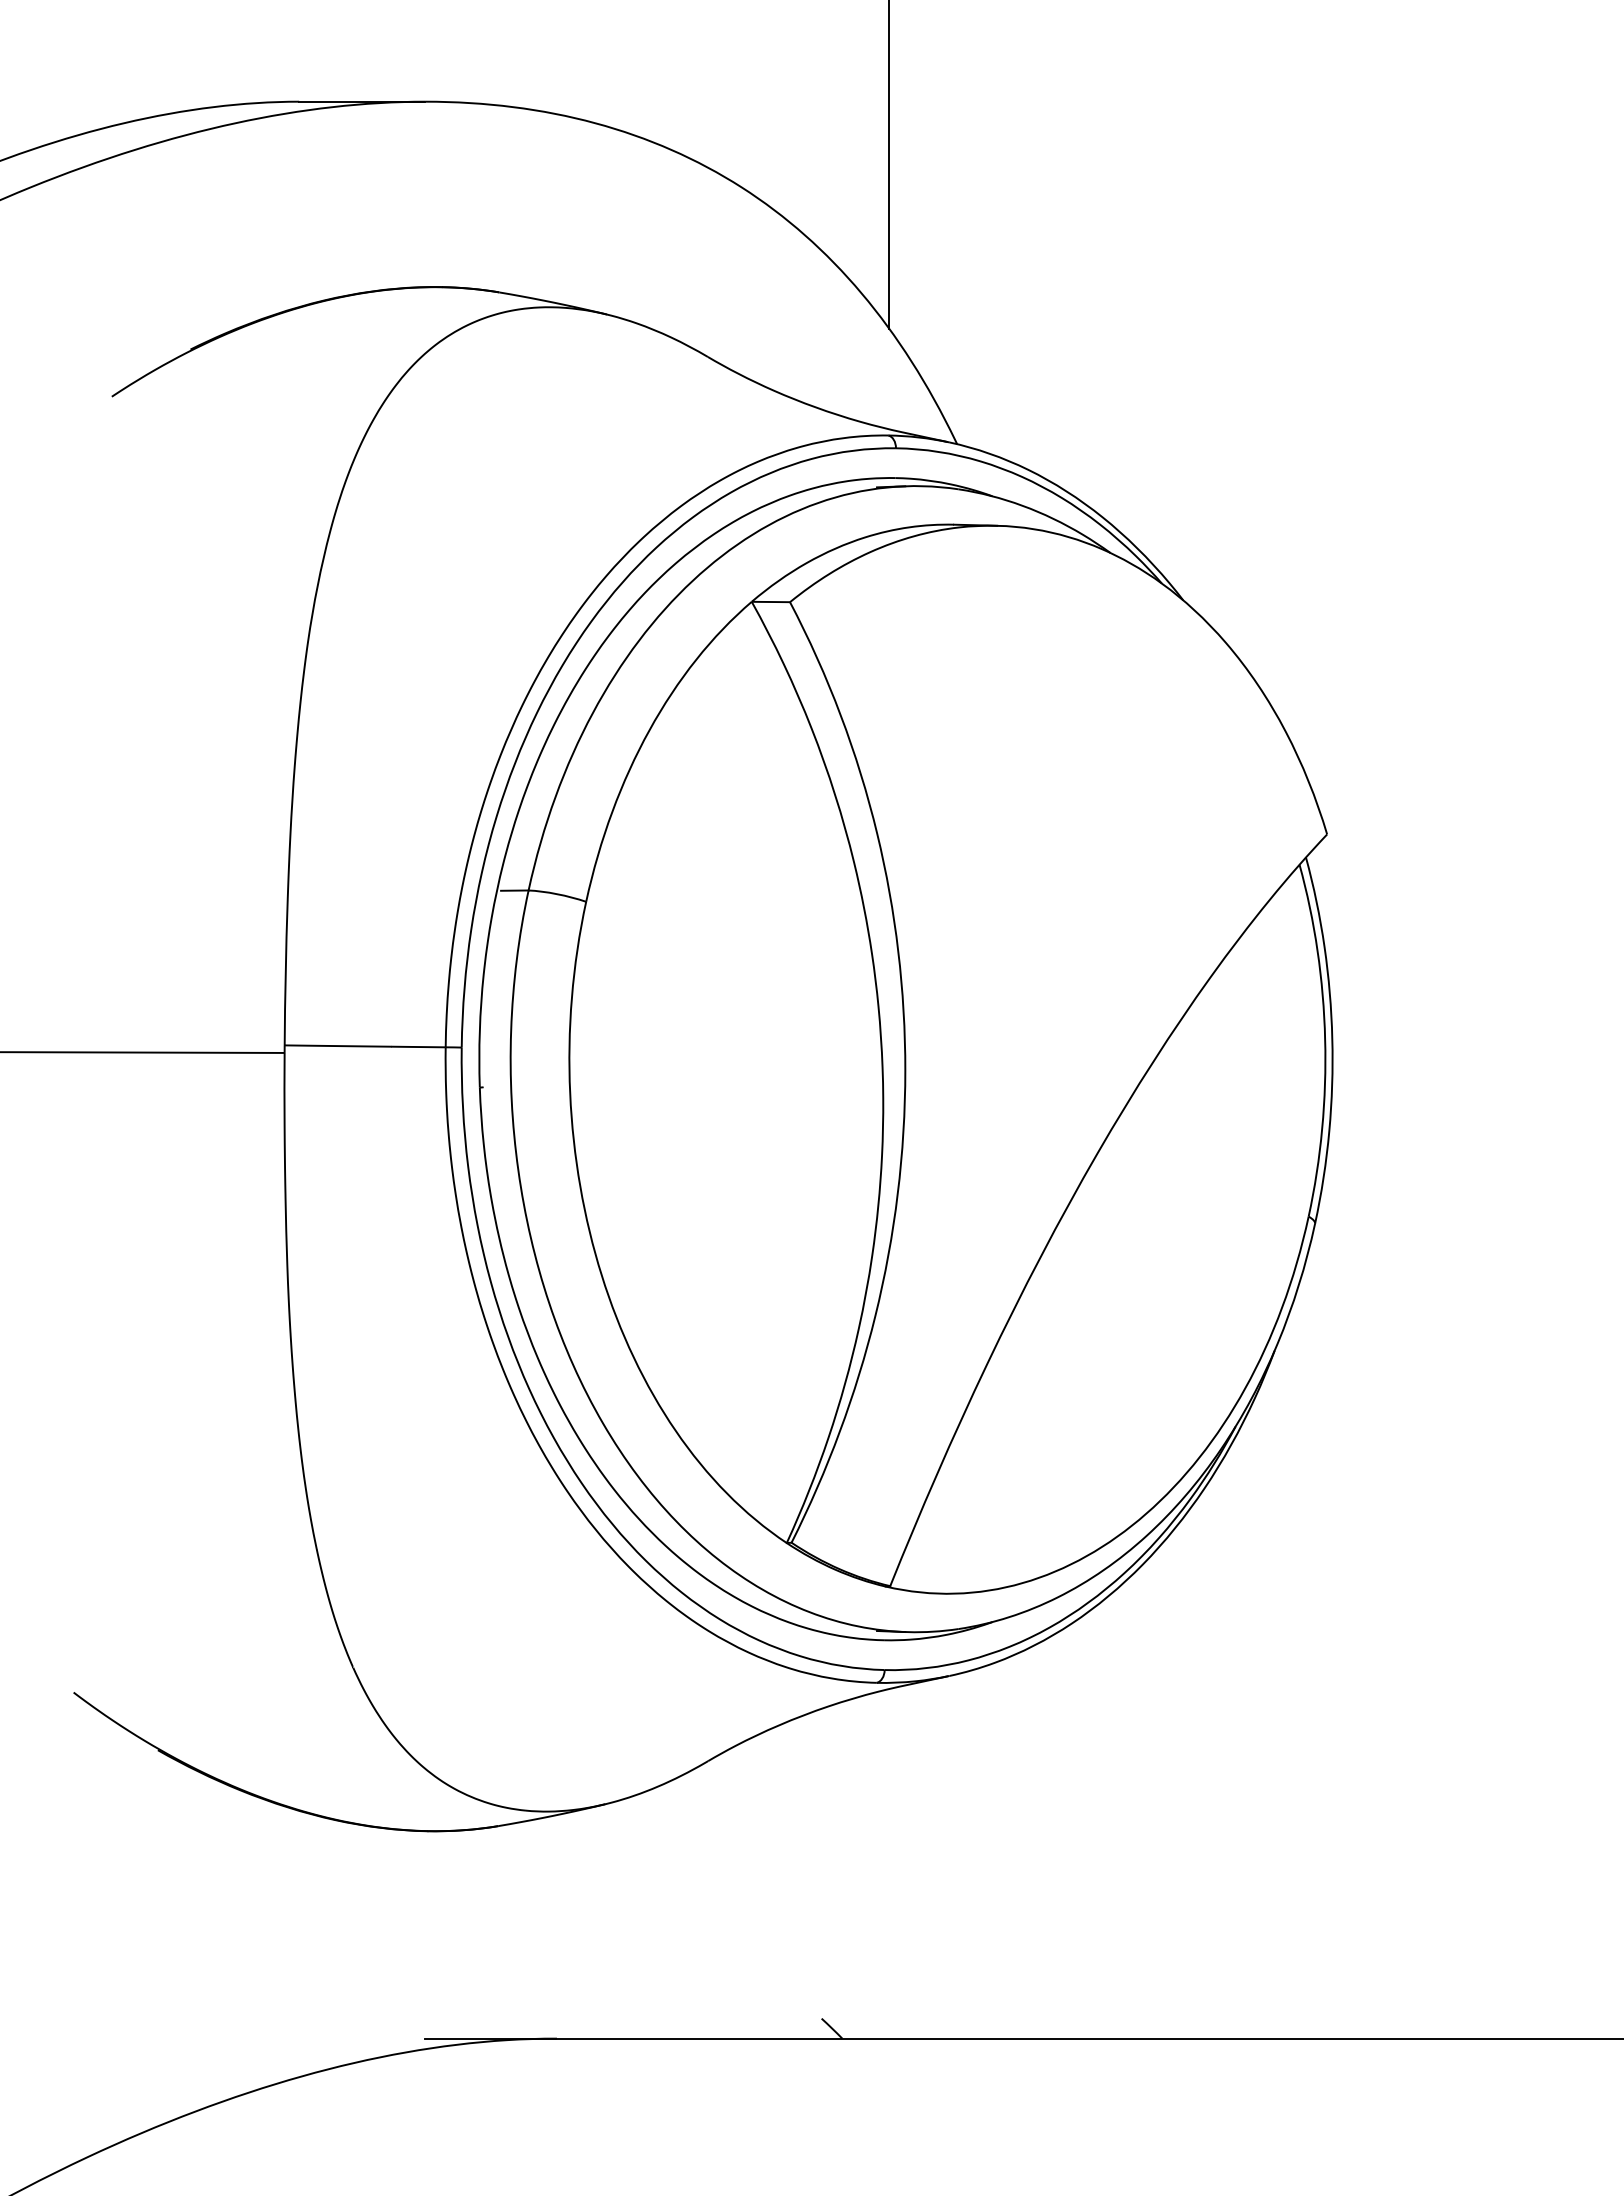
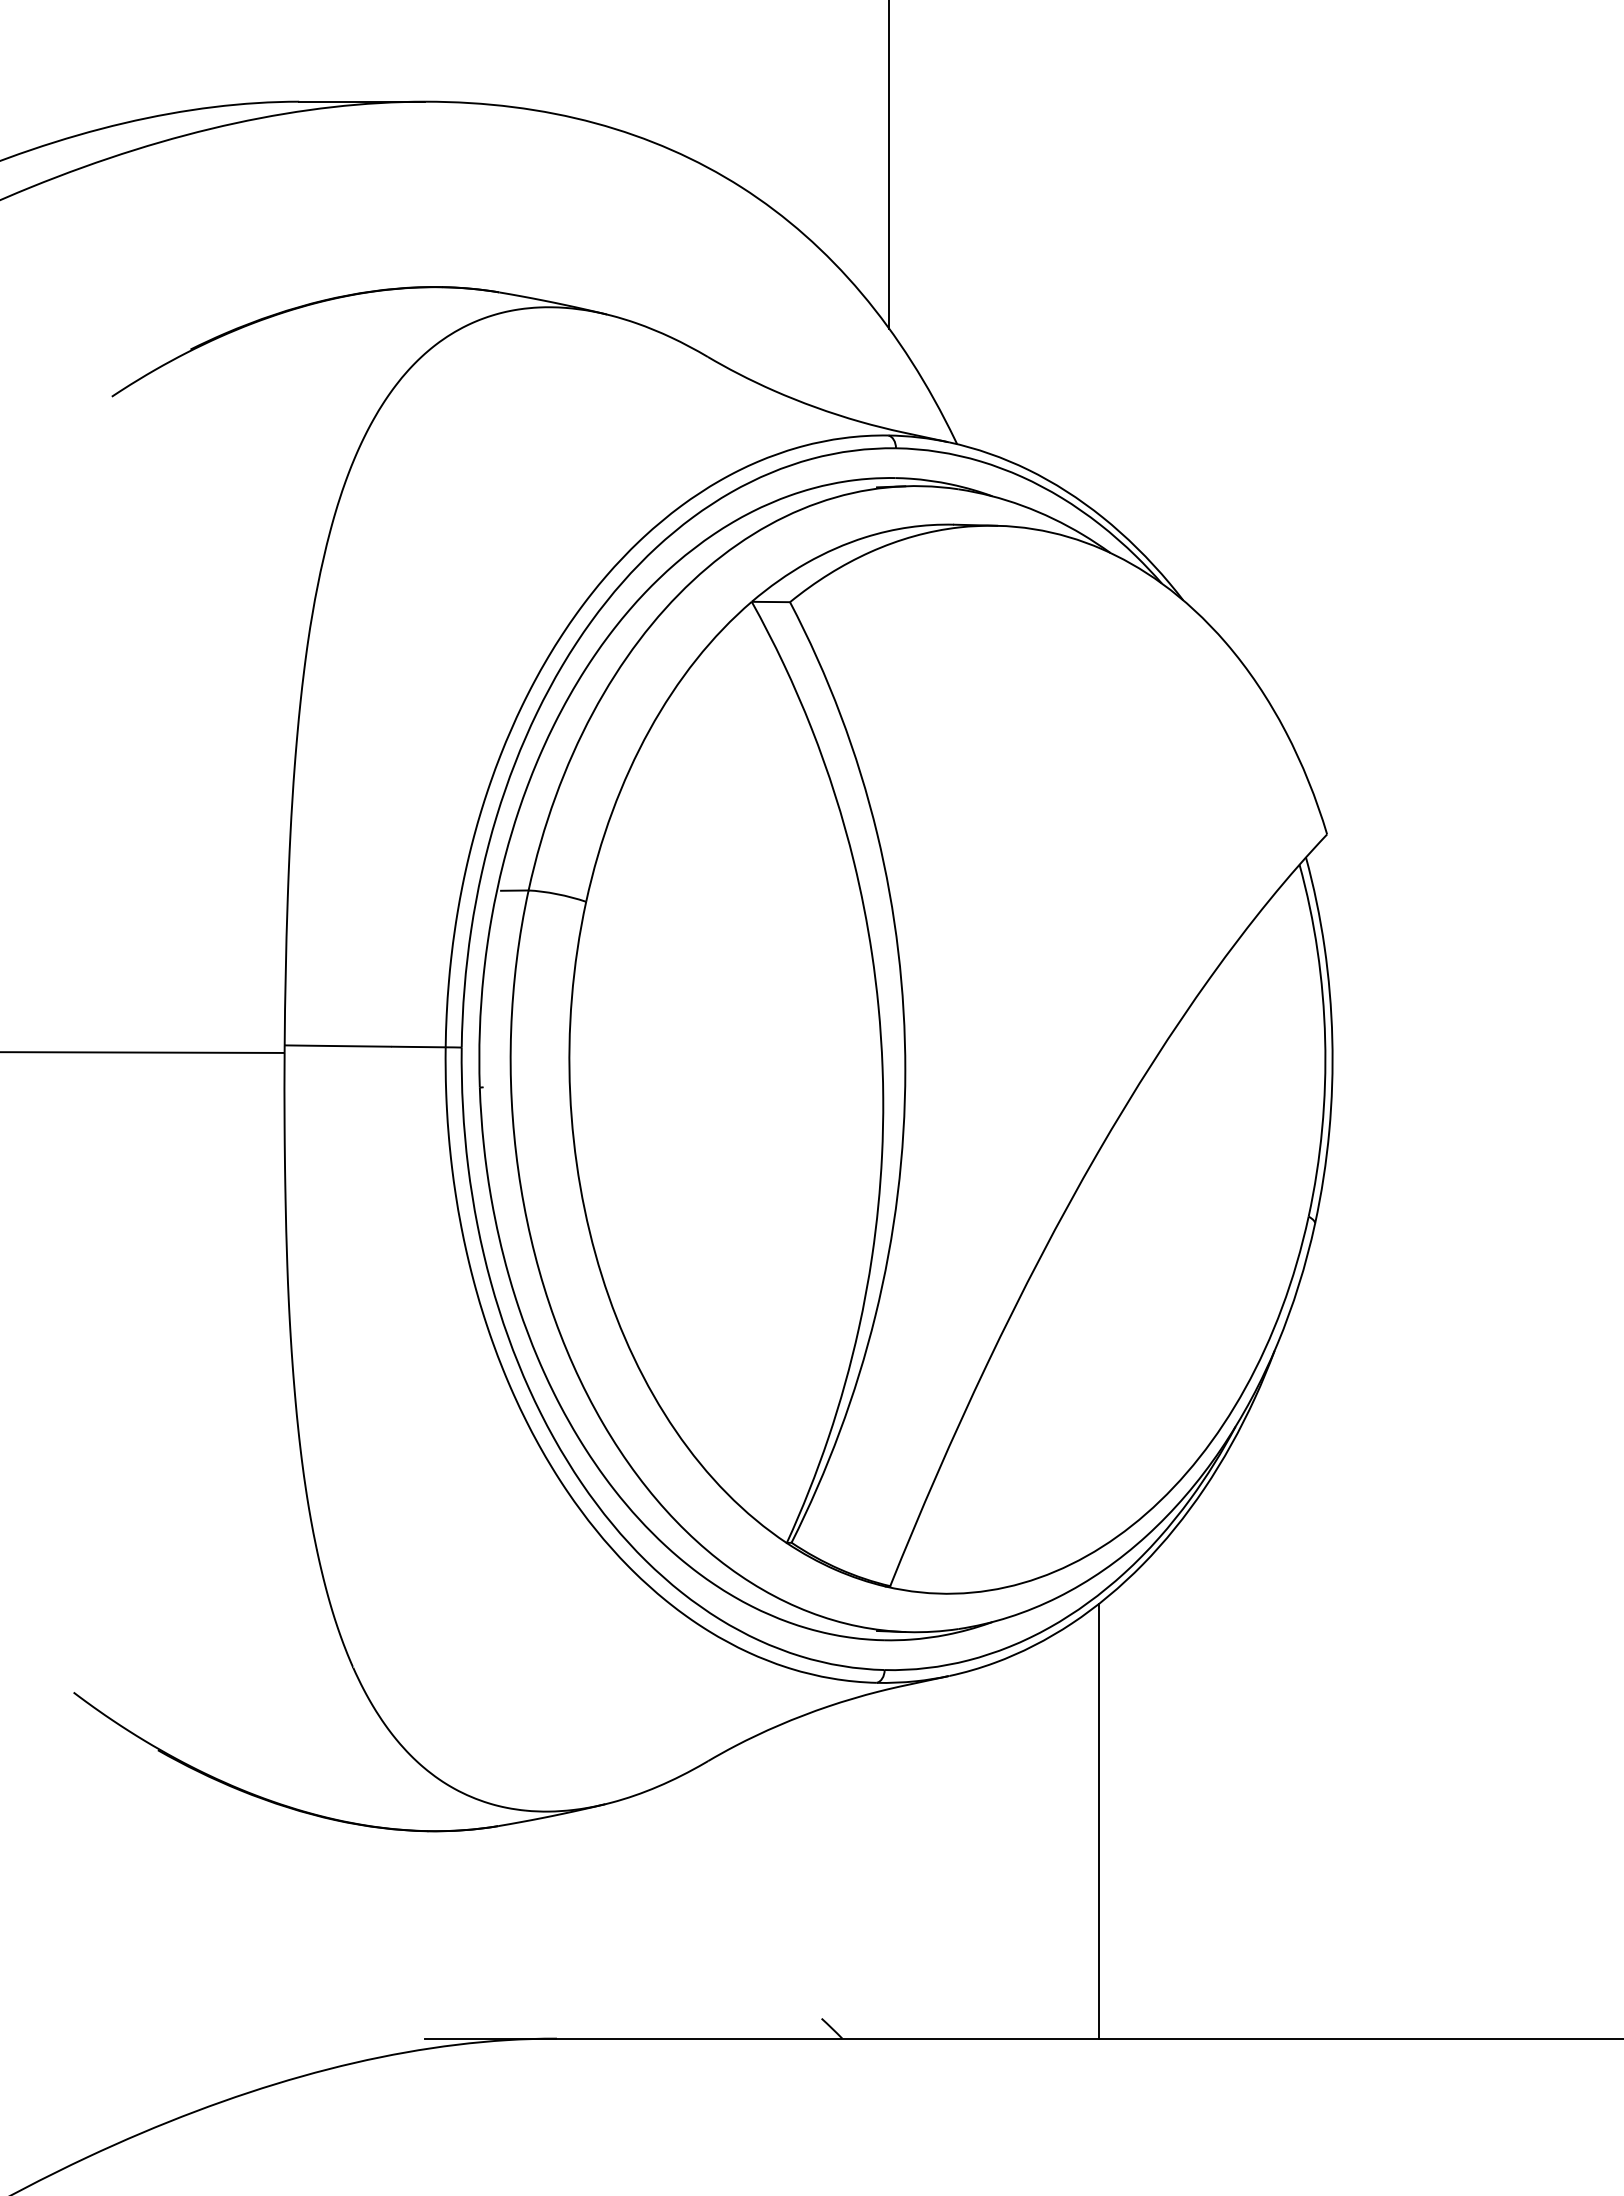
line at (1099, 1820): none -> present
